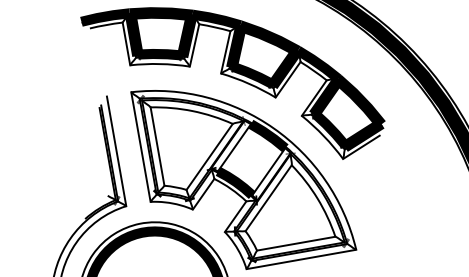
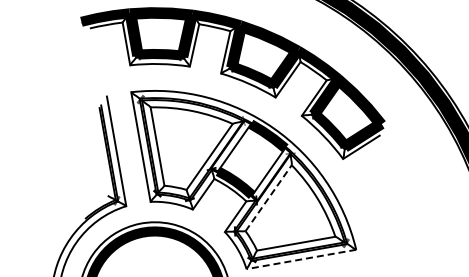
line at (268, 197): solid -> dashed
line at (301, 259): solid -> dashed
